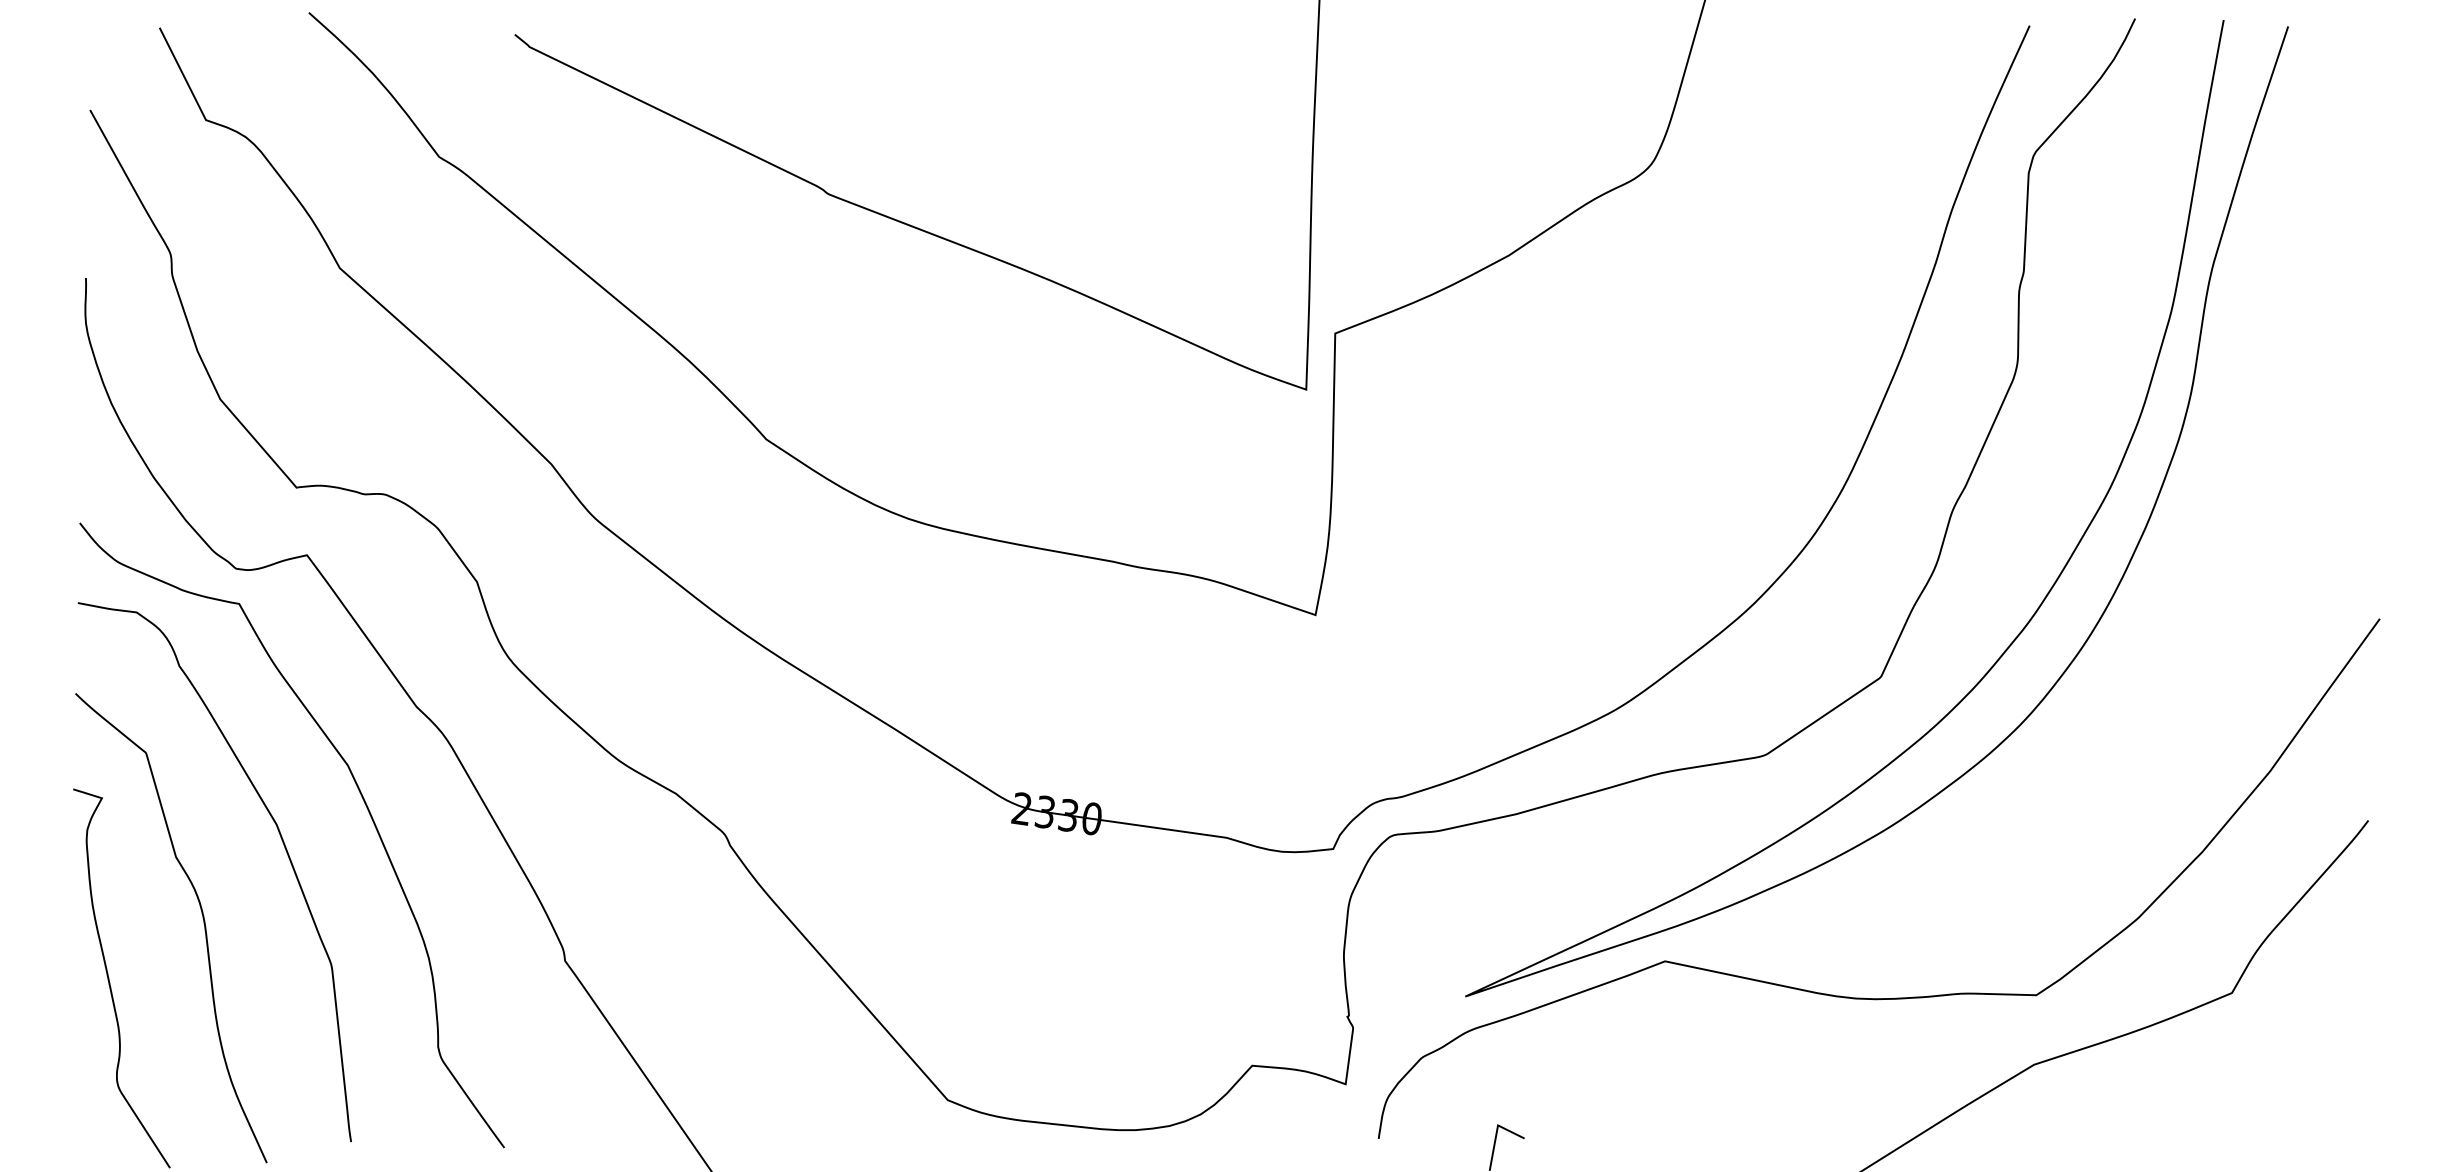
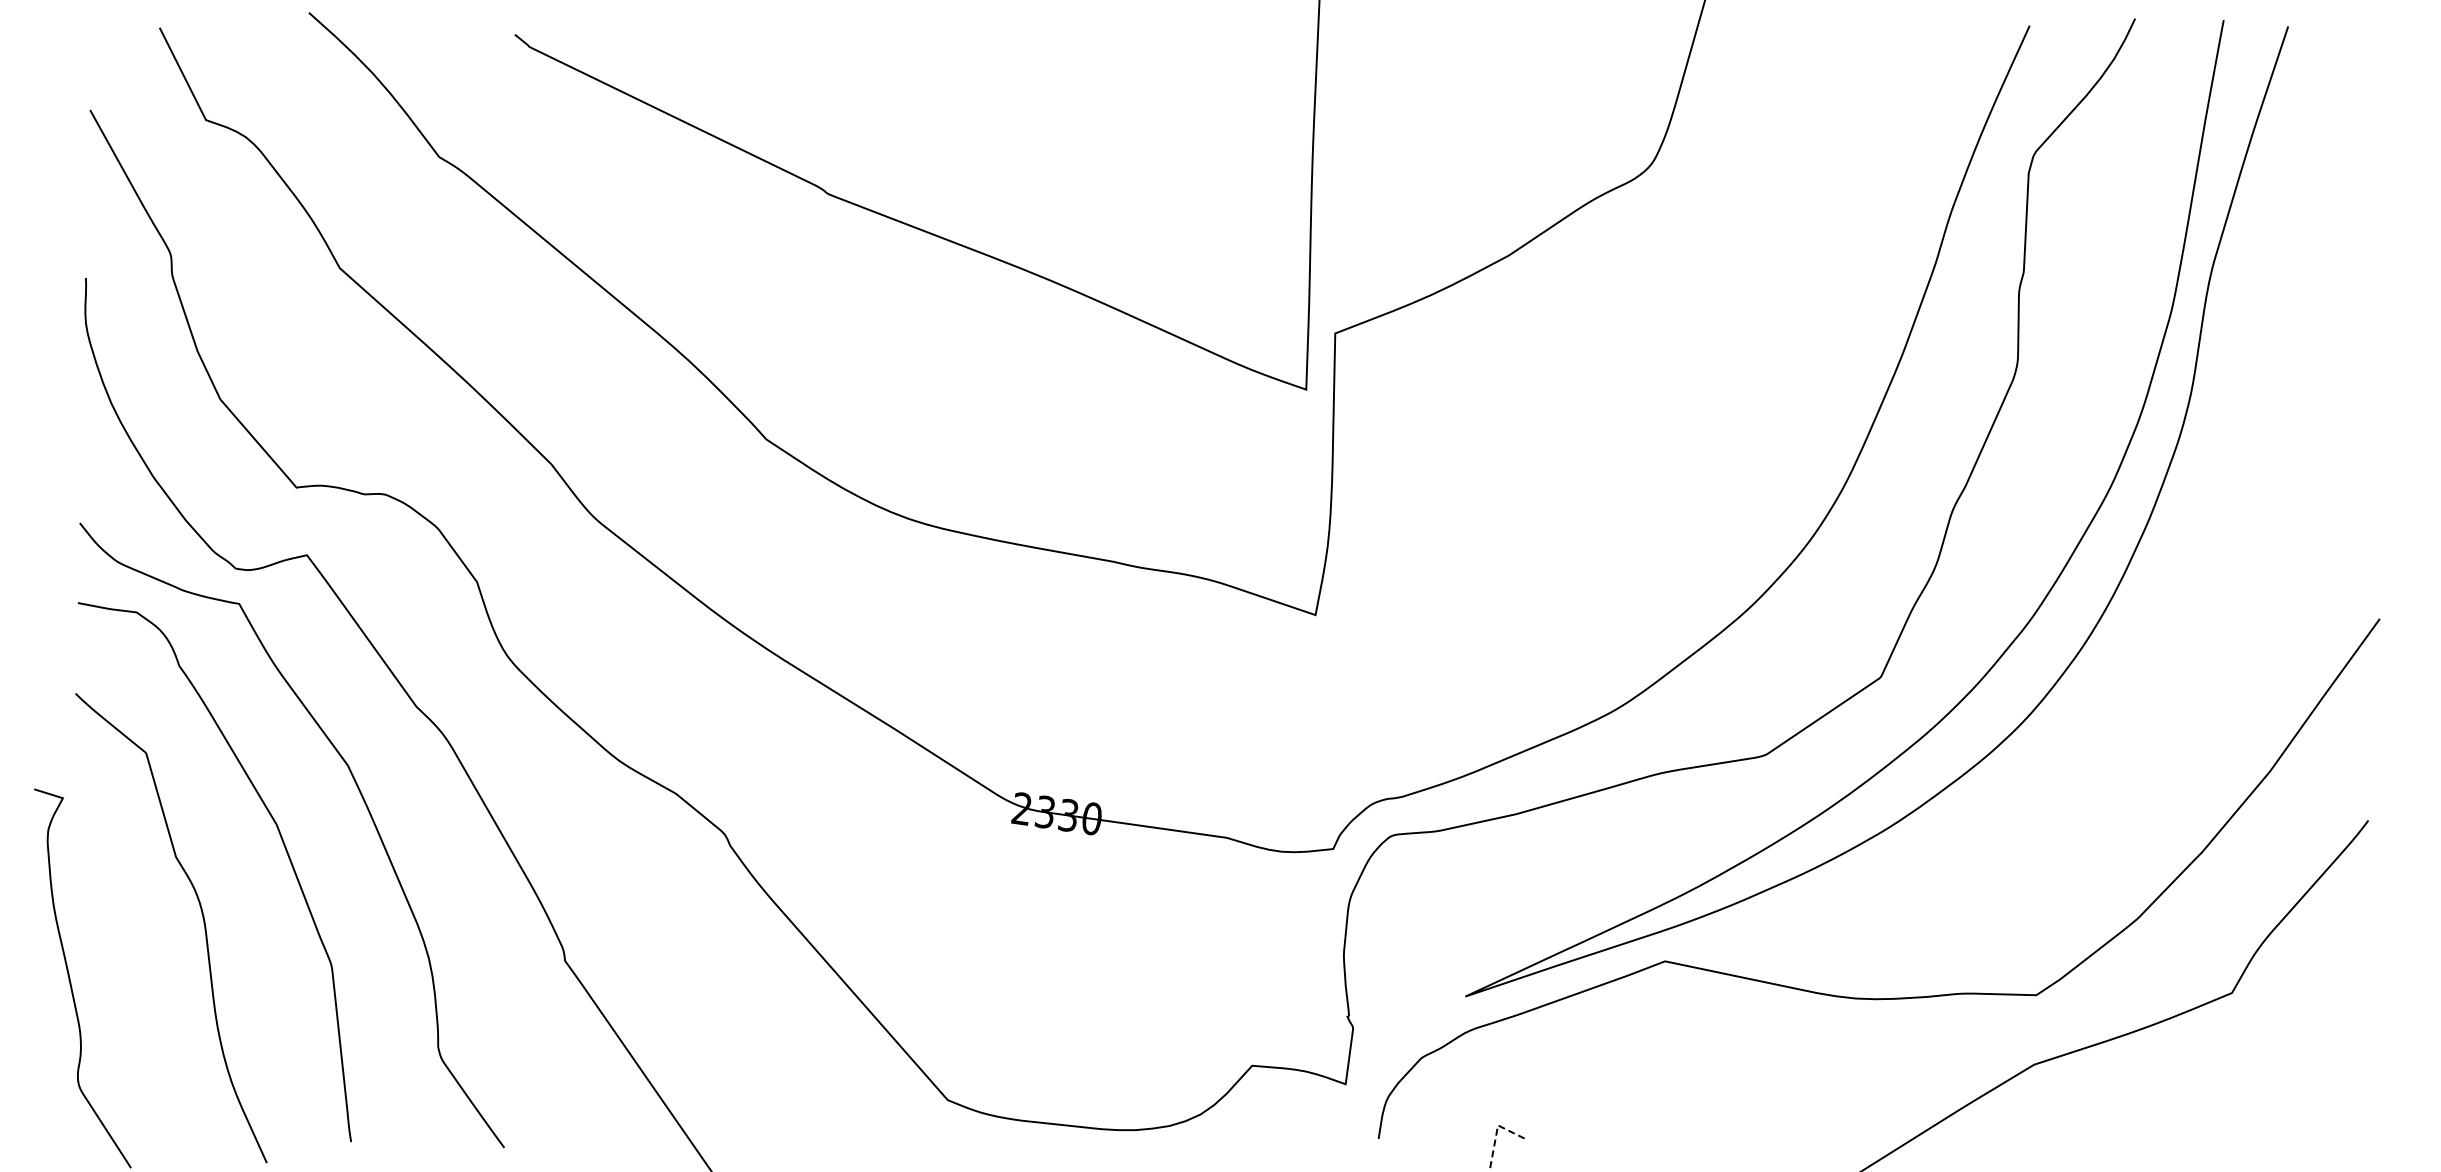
curve at (110, 982) position: (110, 982) -> (71, 982)
line at (1496, 1133): solid -> dashed
